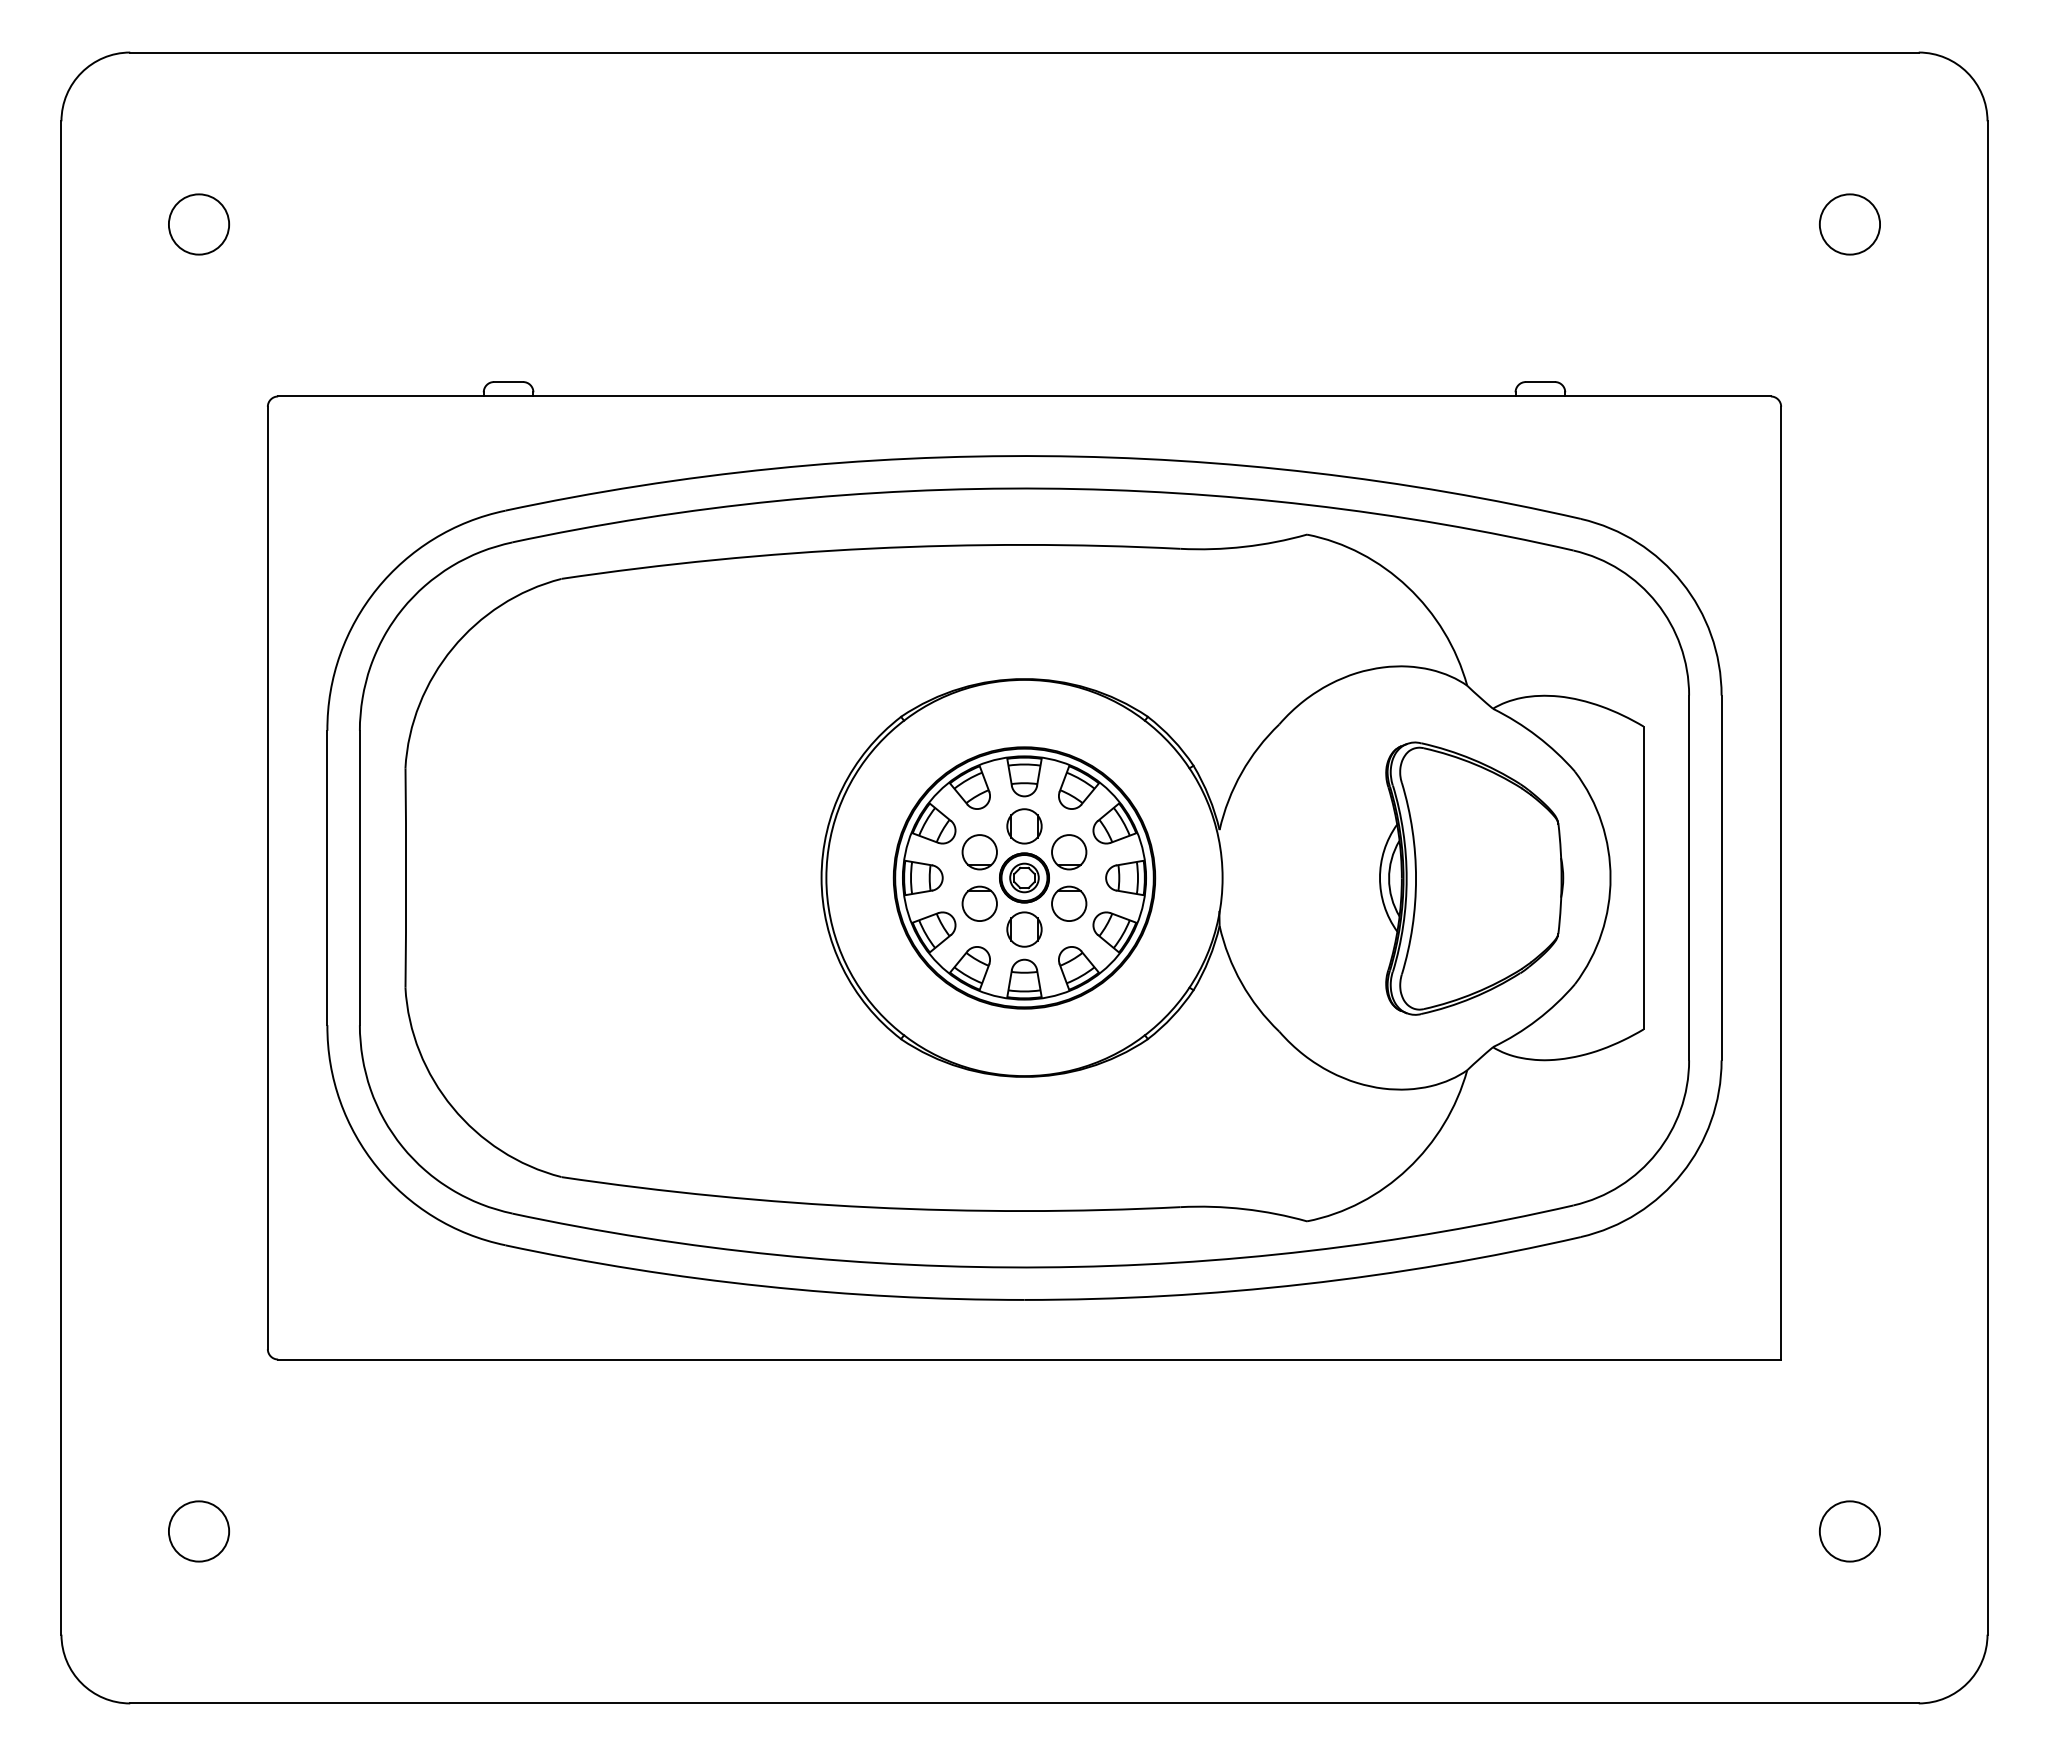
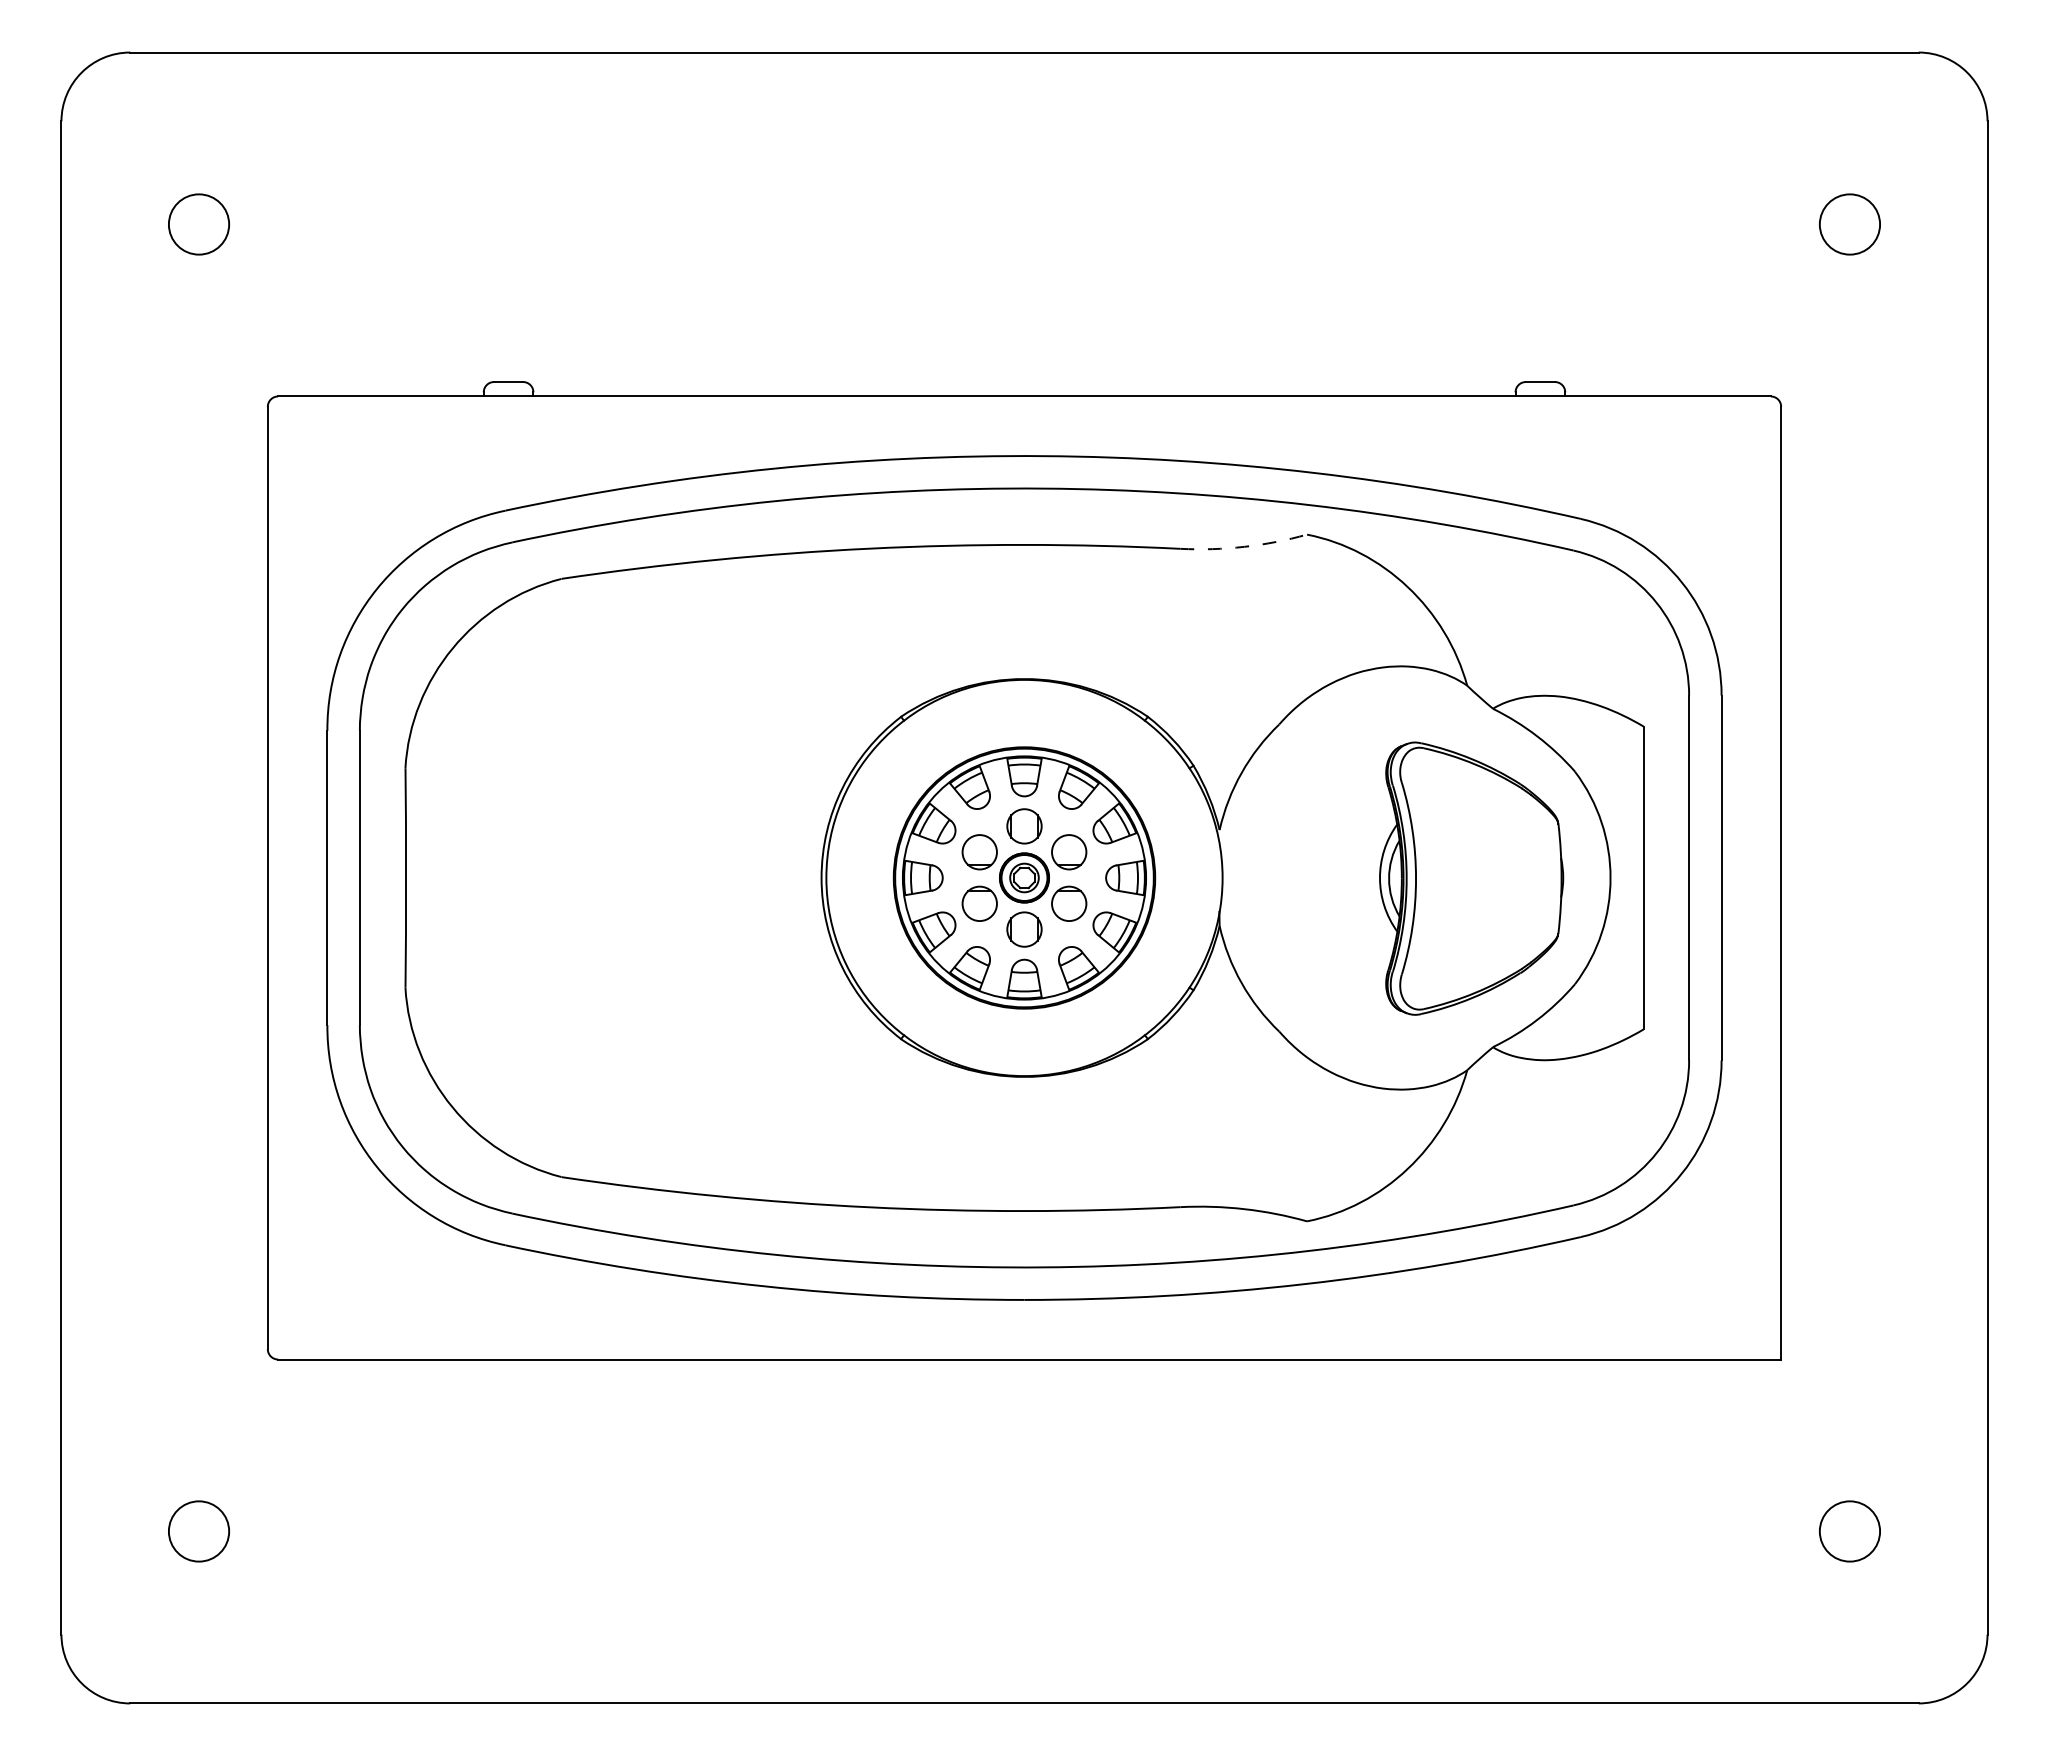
arc at (1244, 546): solid -> dashed
